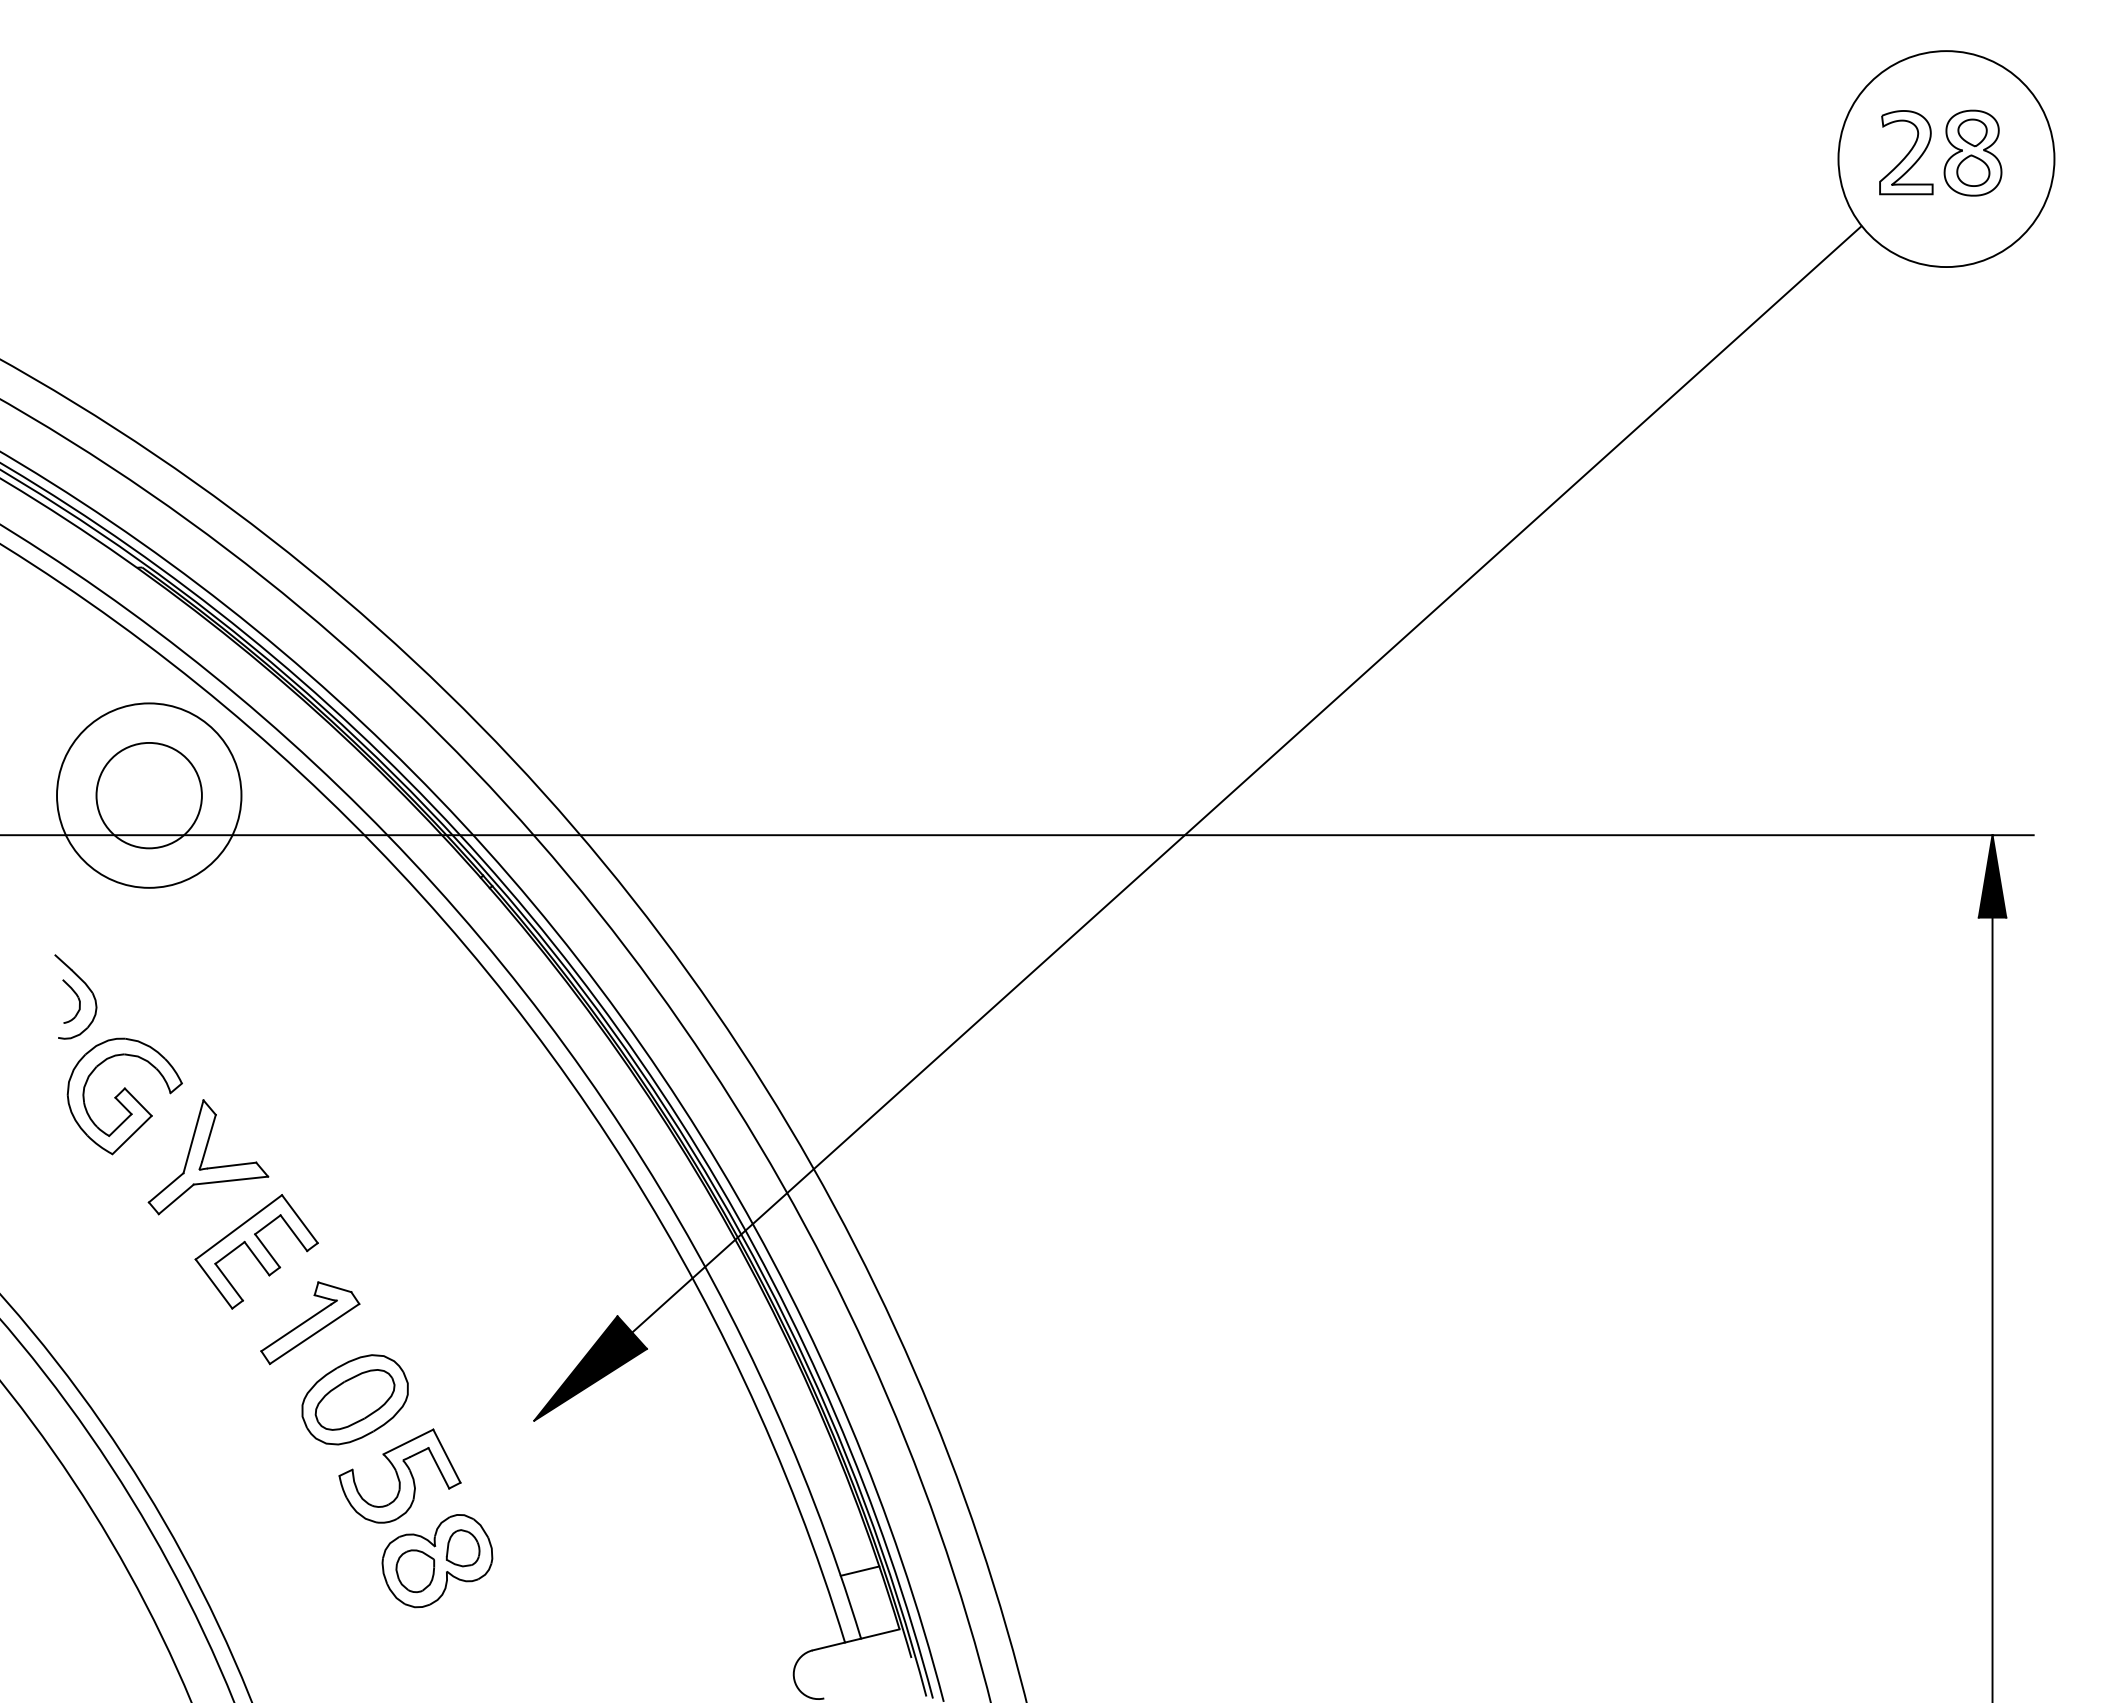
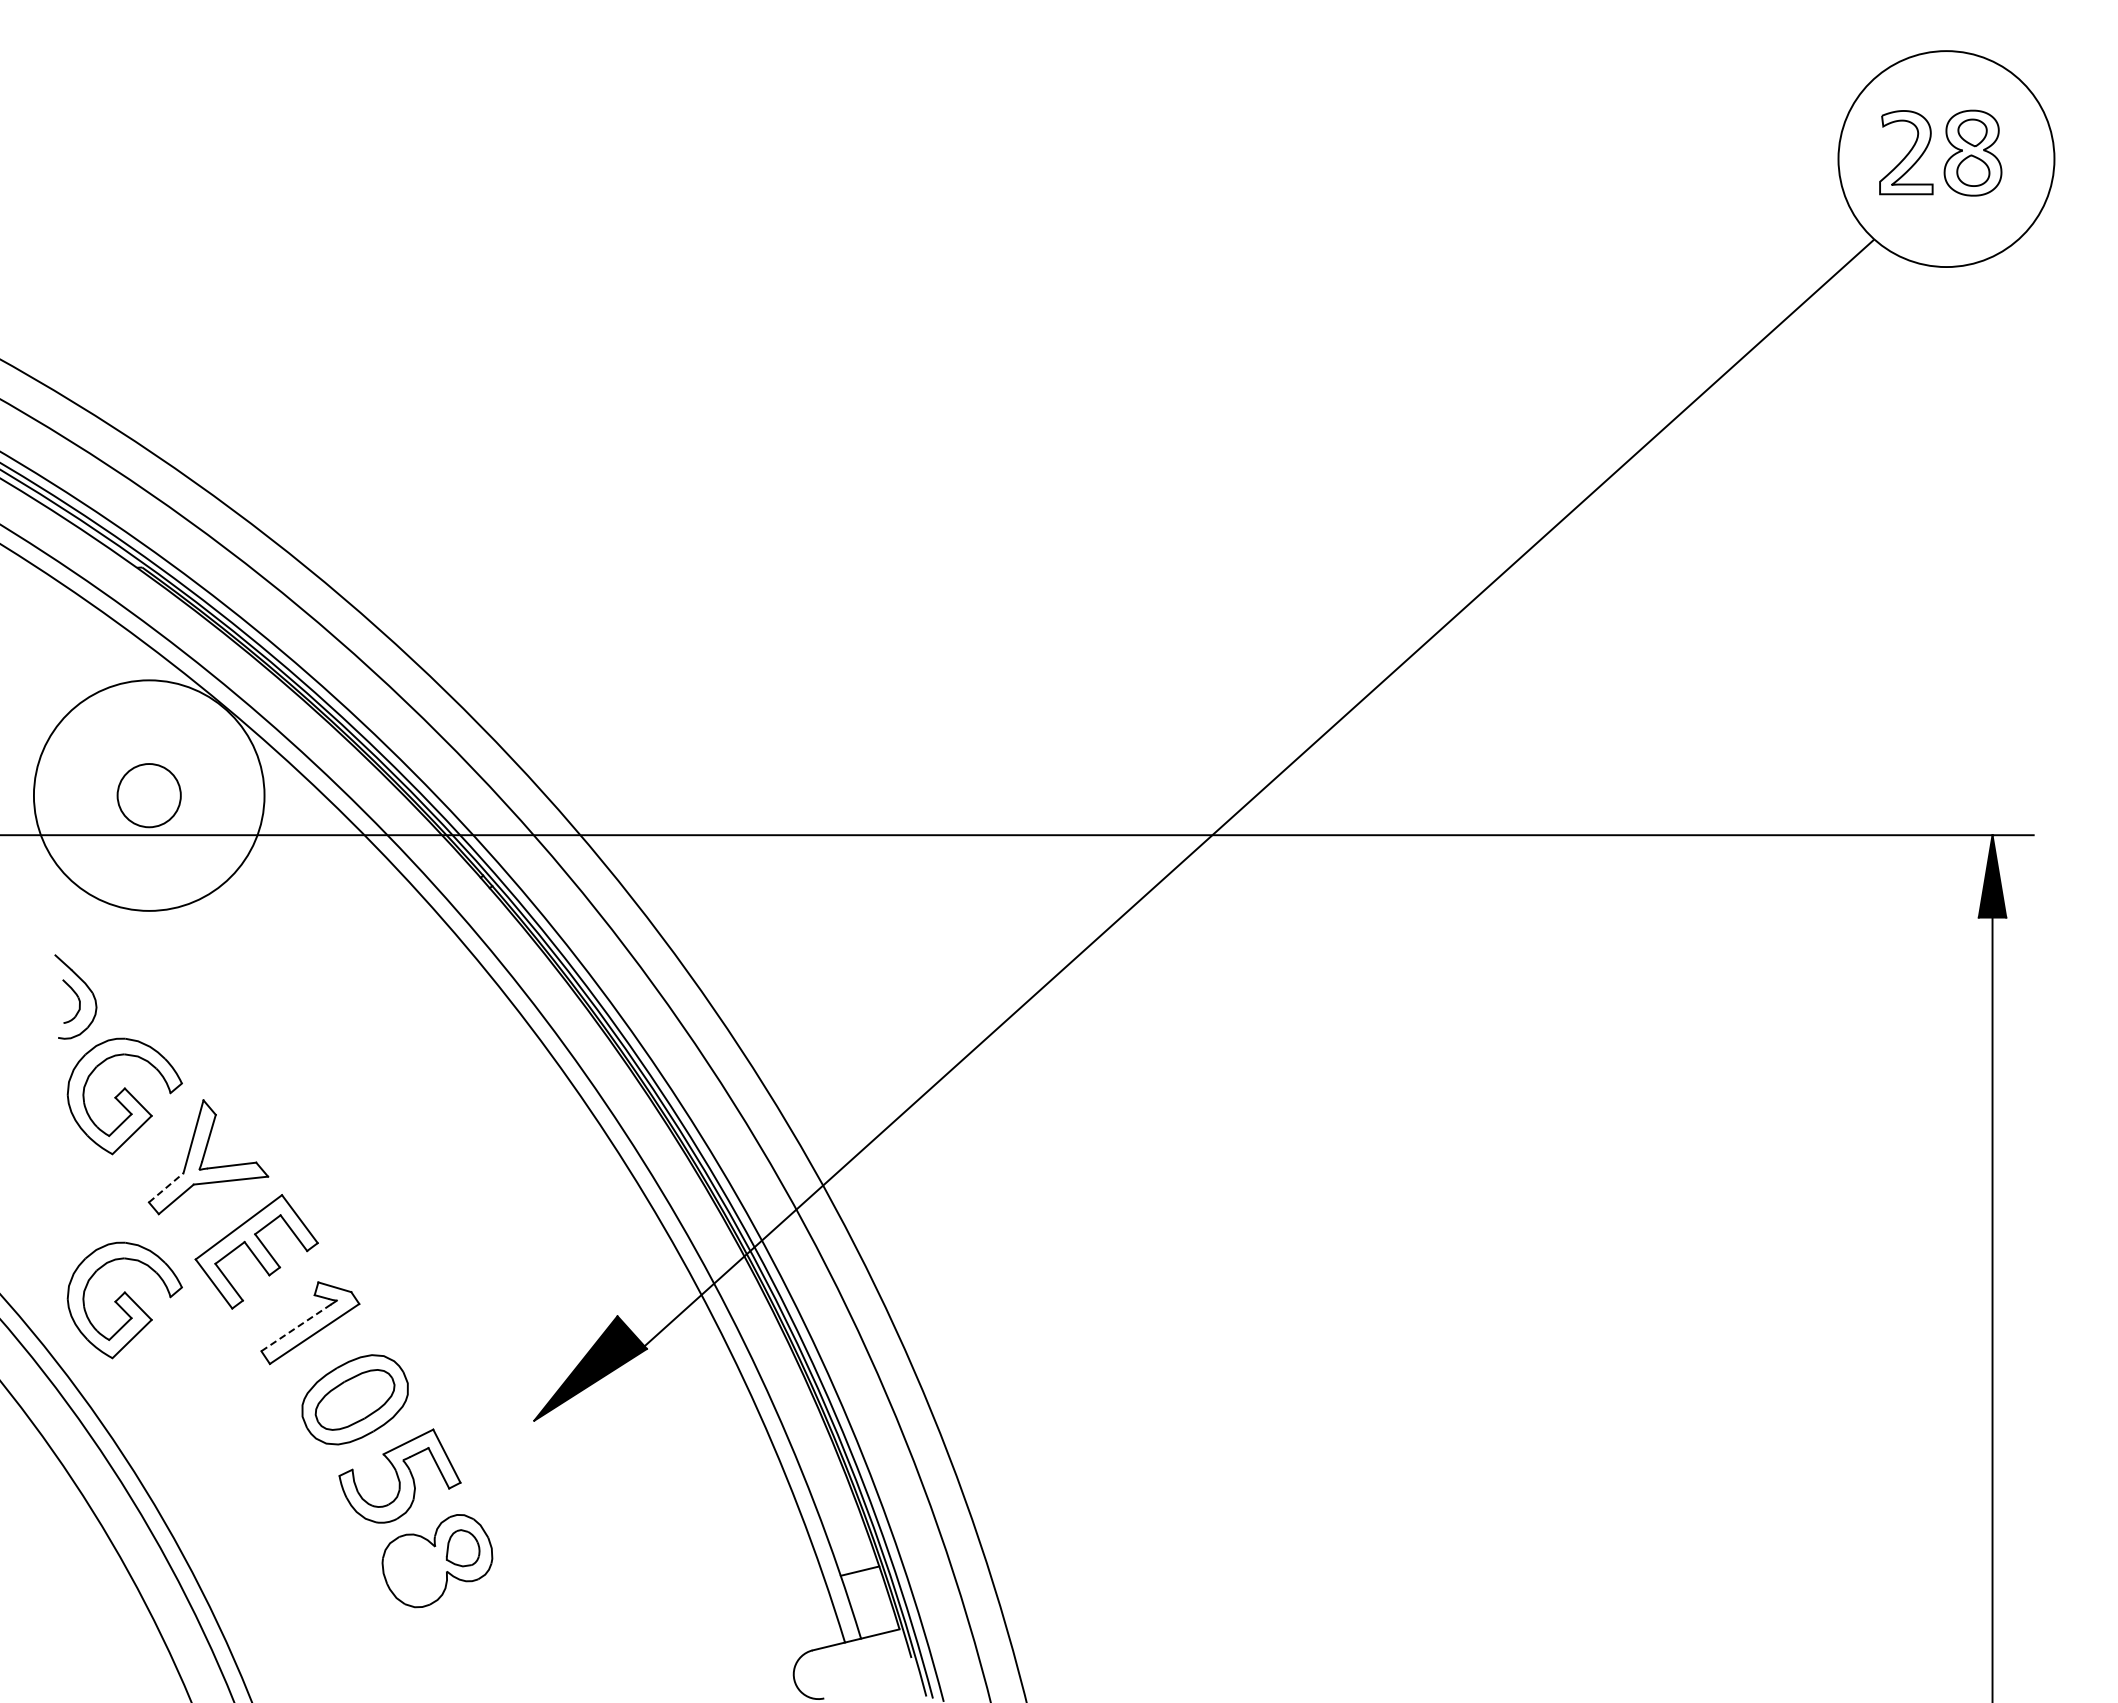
line at (1246, 779) position: (1246, 779) -> (1258, 793)
circle at (148, 795) diameter: 105 px -> 63 px
circle at (149, 795) diameter: 184 px -> 231 px
line at (166, 1187): solid -> dashed
part at (124, 1300): none -> present
line at (296, 1327): solid -> dashed
part at (415, 1571): present -> none
